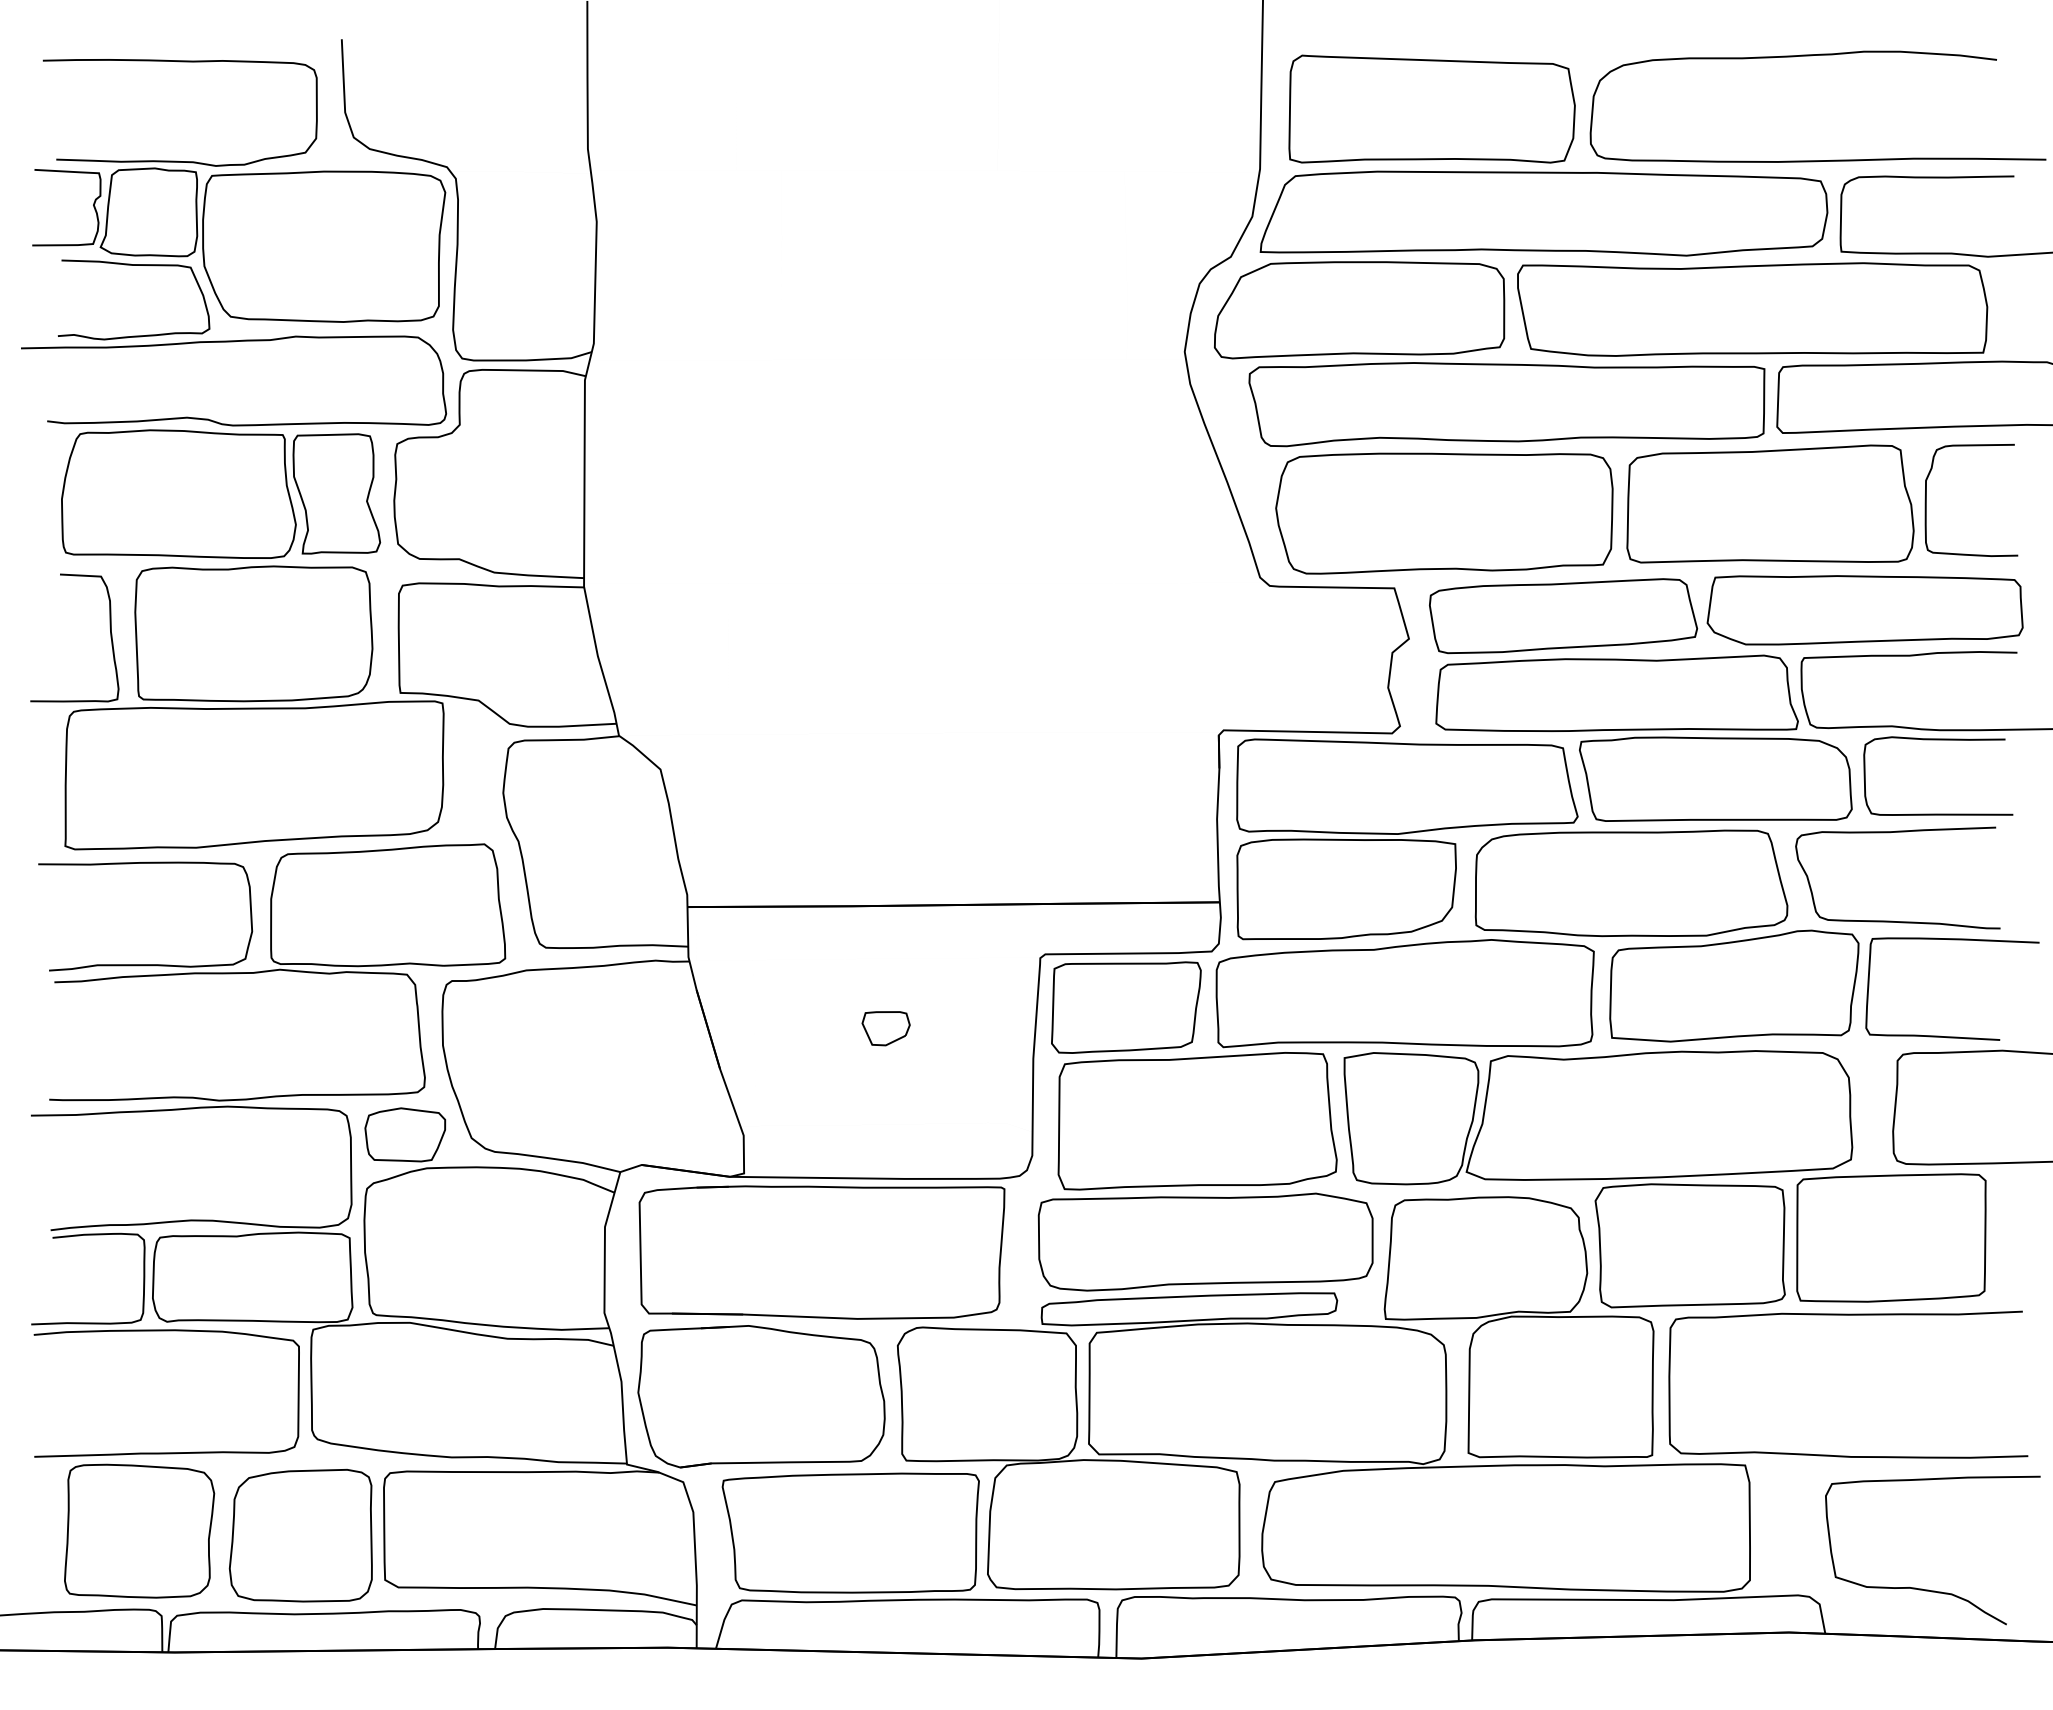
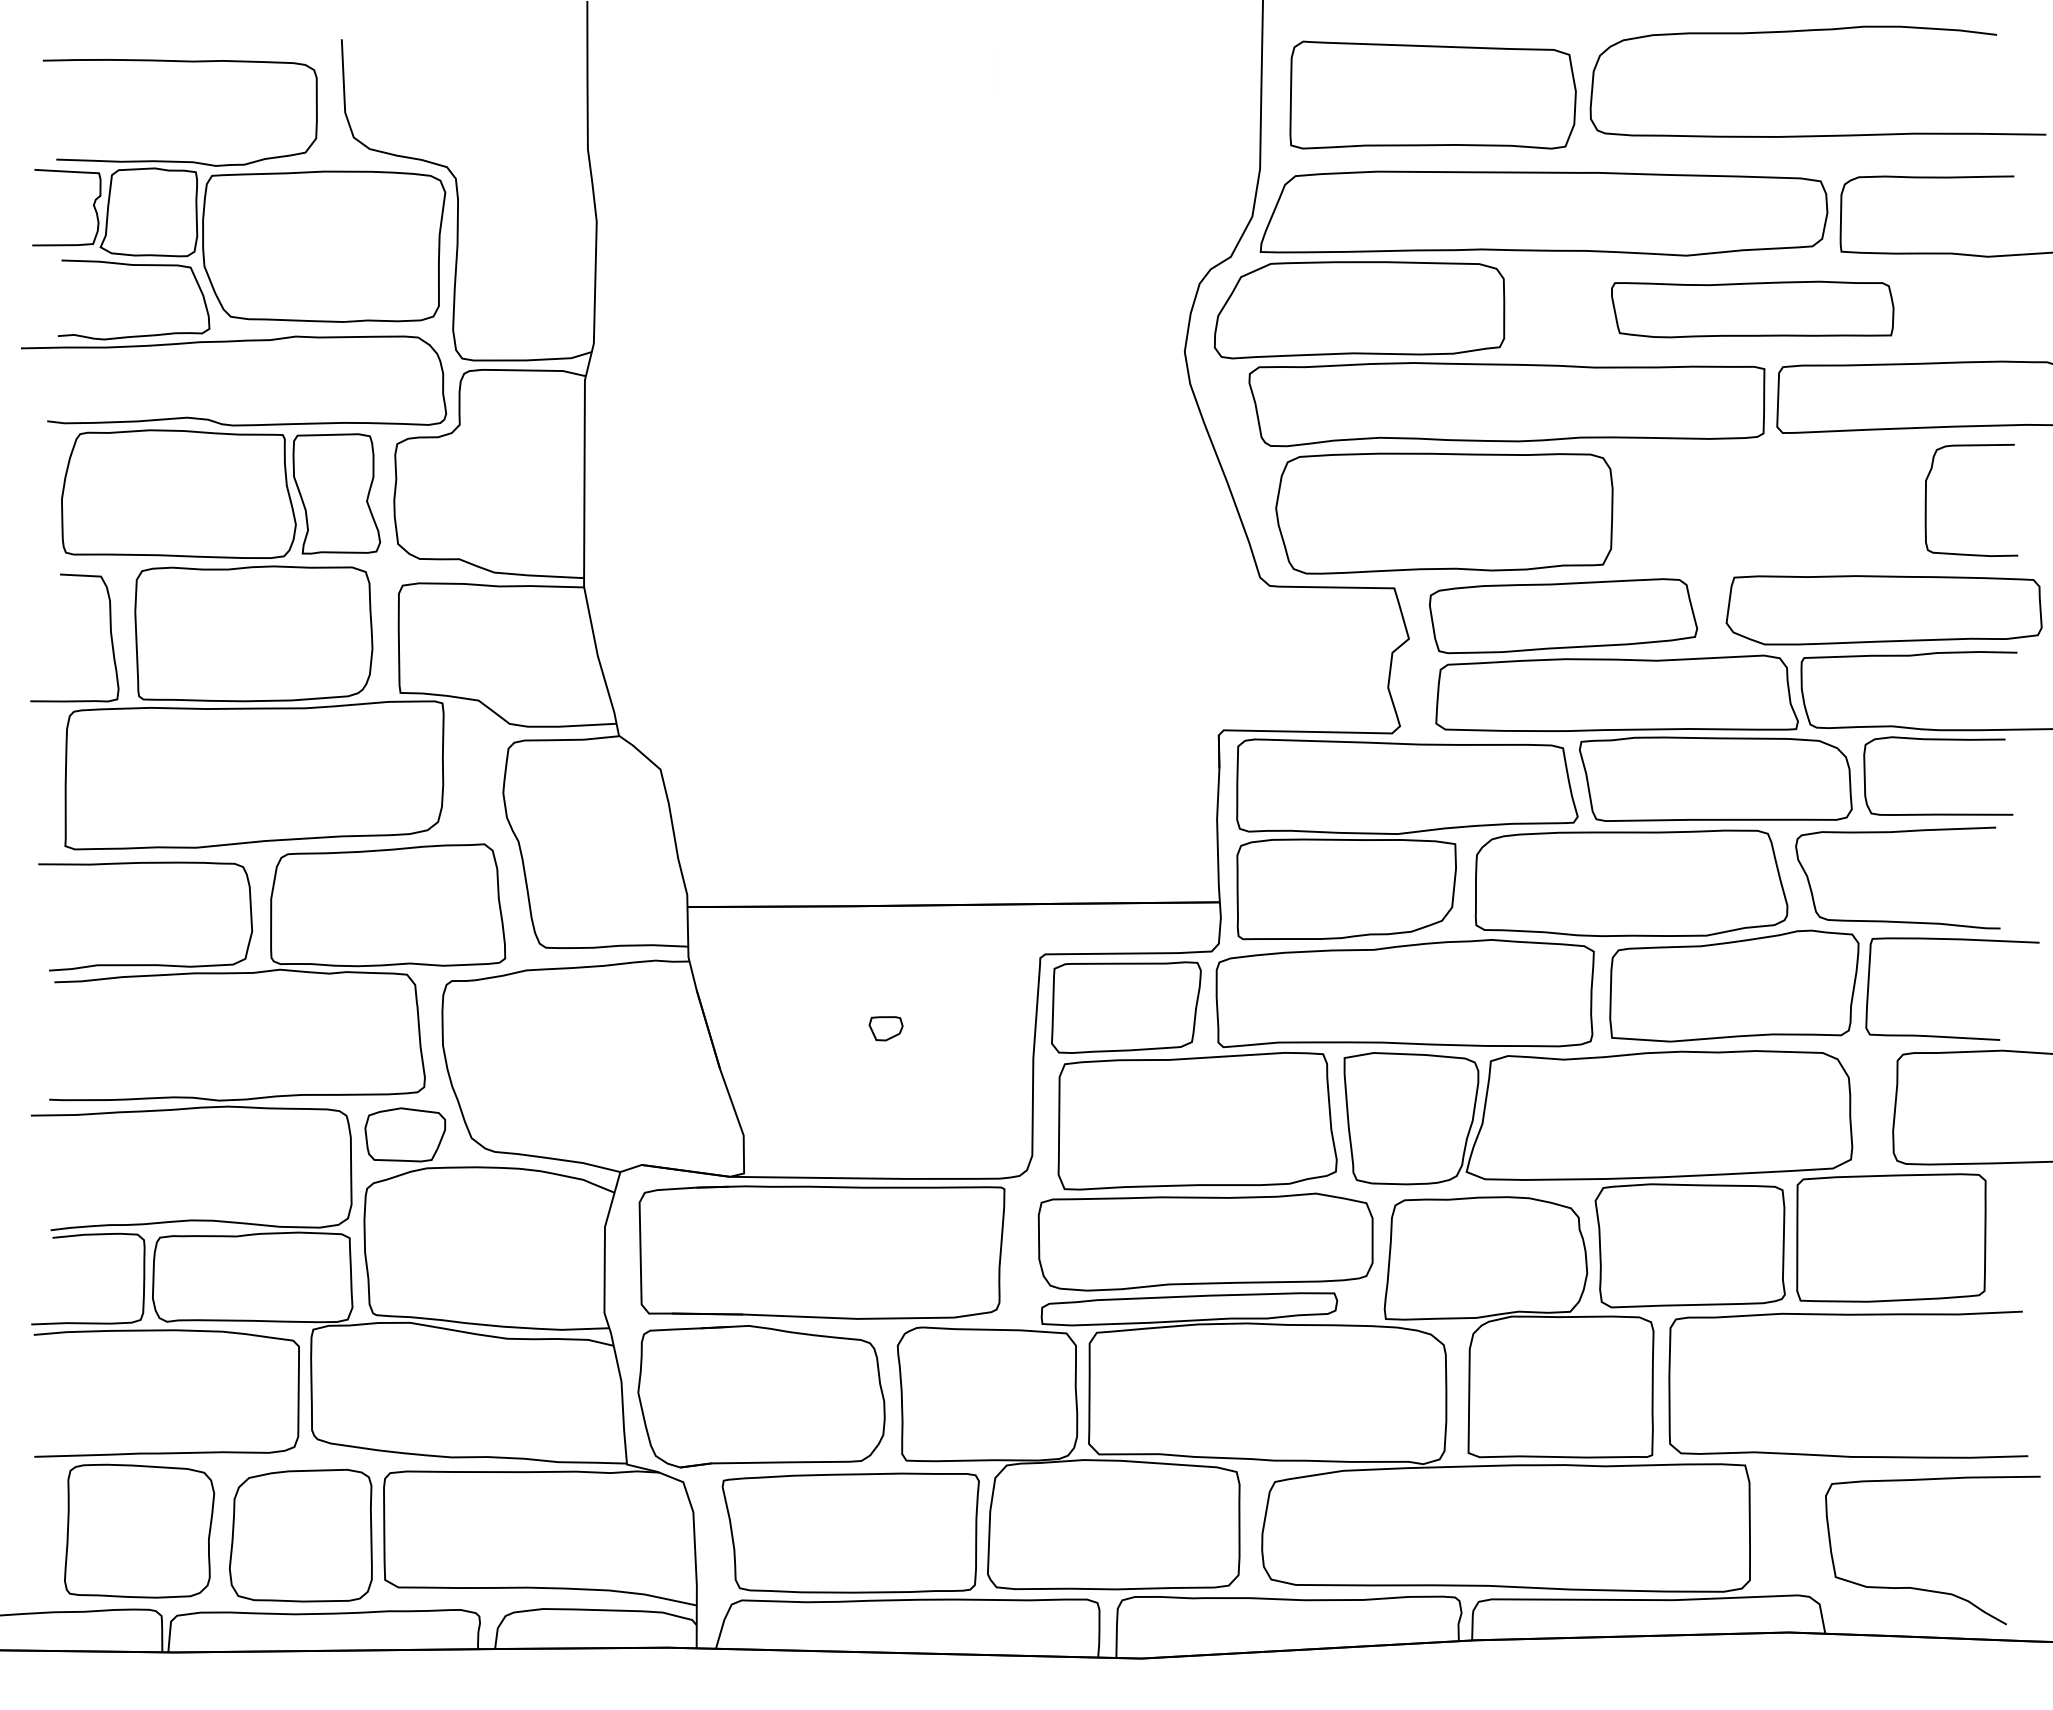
curve at (1811, 56) position: (1811, 56) -> (1811, 31)
part at (1431, 108) position: (1431, 108) -> (1432, 94)
part at (1752, 309) size: 472x95 px -> 284x59 px
part at (1770, 503): present -> none
part at (1864, 610) position: (1864, 610) -> (1883, 610)
part at (885, 1028) size: 50x36 px -> 36x26 px
